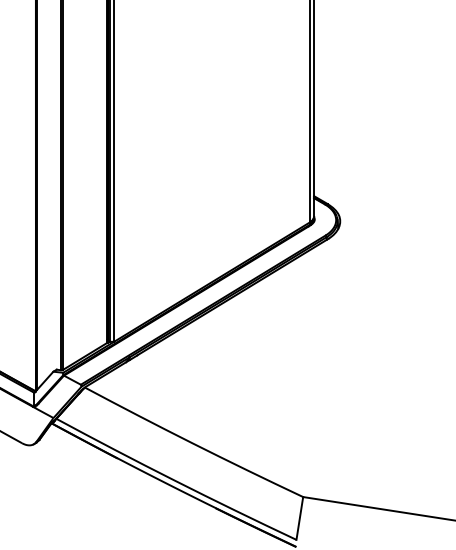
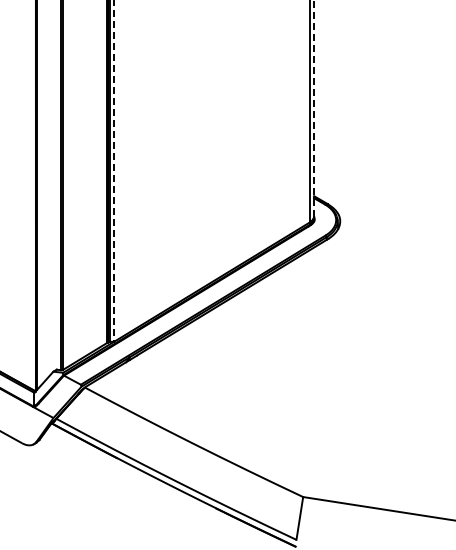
line at (314, 108): solid -> dashed
line at (114, 171): solid -> dashed
